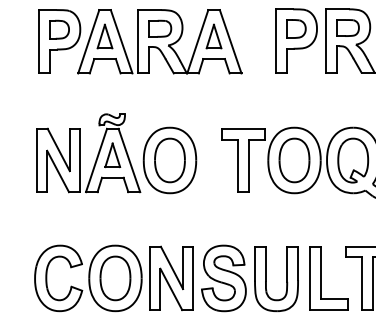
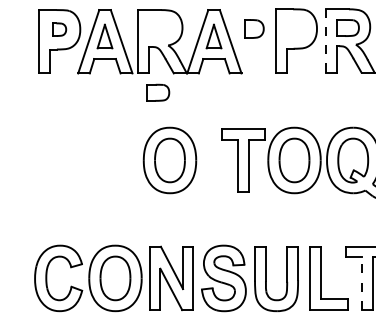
part at (160, 28) position: (160, 28) -> (158, 92)
part at (296, 28) position: (296, 28) -> (254, 28)
part at (59, 29) size: 21x21 px -> 16x15 px
line at (325, 40): solid -> dashed
part at (80, 153): present -> none
line at (362, 283): solid -> dashed
